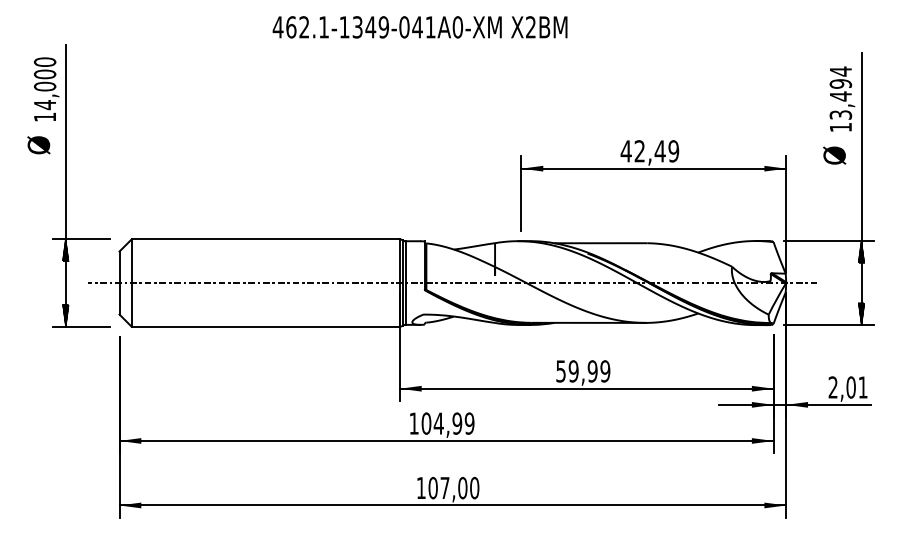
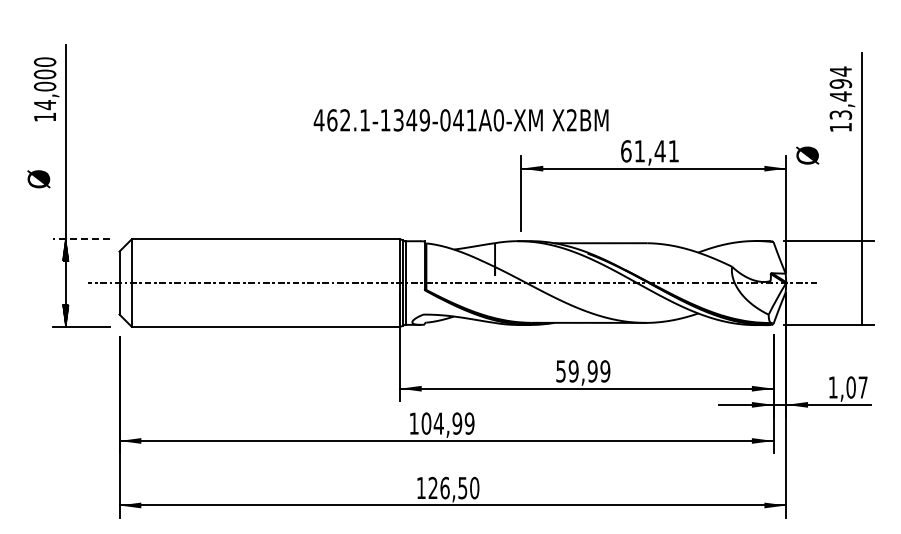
text at (419, 27) position: (419, 27) -> (460, 120)
text at (38, 145) position: (38, 145) -> (38, 179)
text at (649, 151): 42,49 -> 61,41
text at (834, 155) position: (834, 155) -> (807, 155)
line at (80, 239): solid -> dashed
hatch at (861, 251): present -> none
hatch at (861, 314): present -> none
text at (847, 387): 2,01 -> 1,07
text at (447, 487): 107,00 -> 126,50
